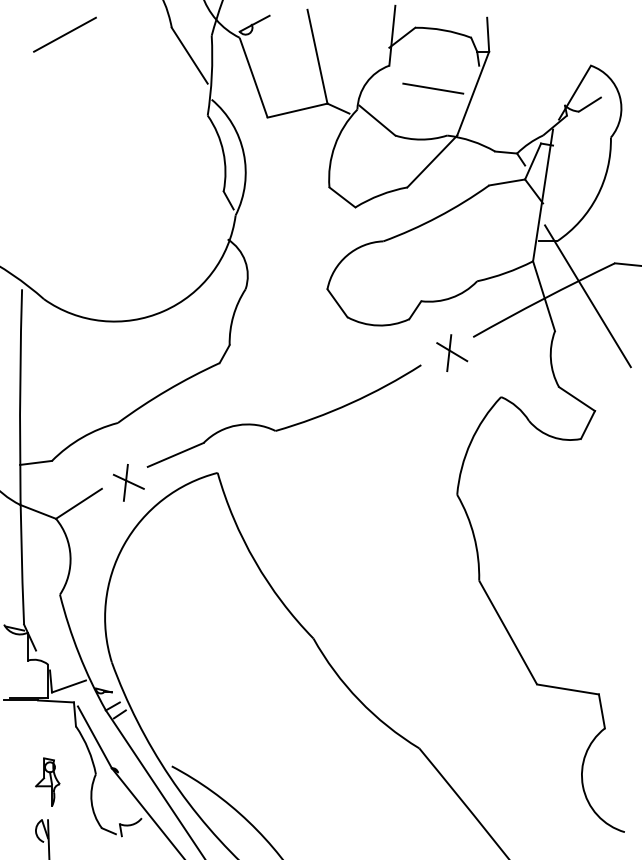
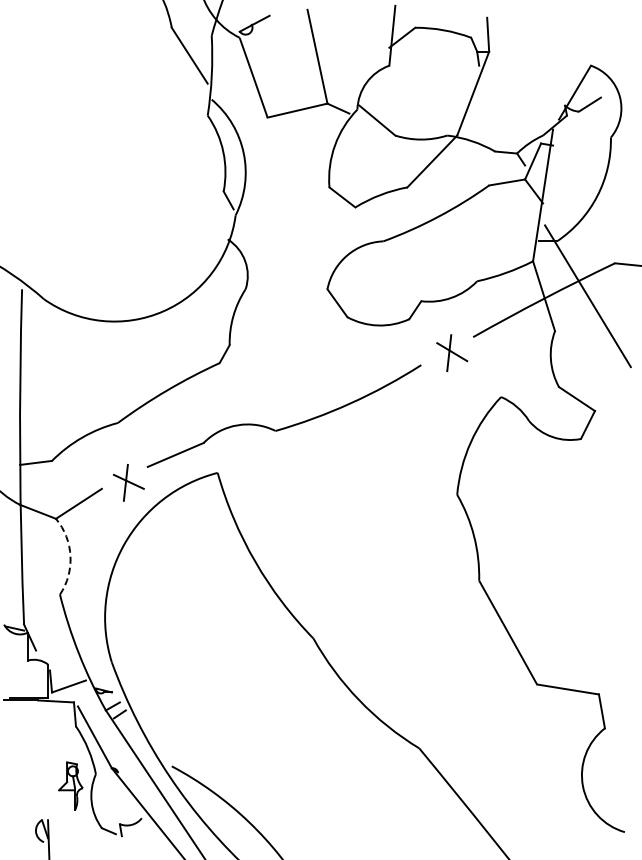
line at (64, 34): present -> none
line at (433, 88): present -> none
arc at (70, 556): solid -> dashed
part at (47, 781) position: (47, 781) -> (70, 785)
